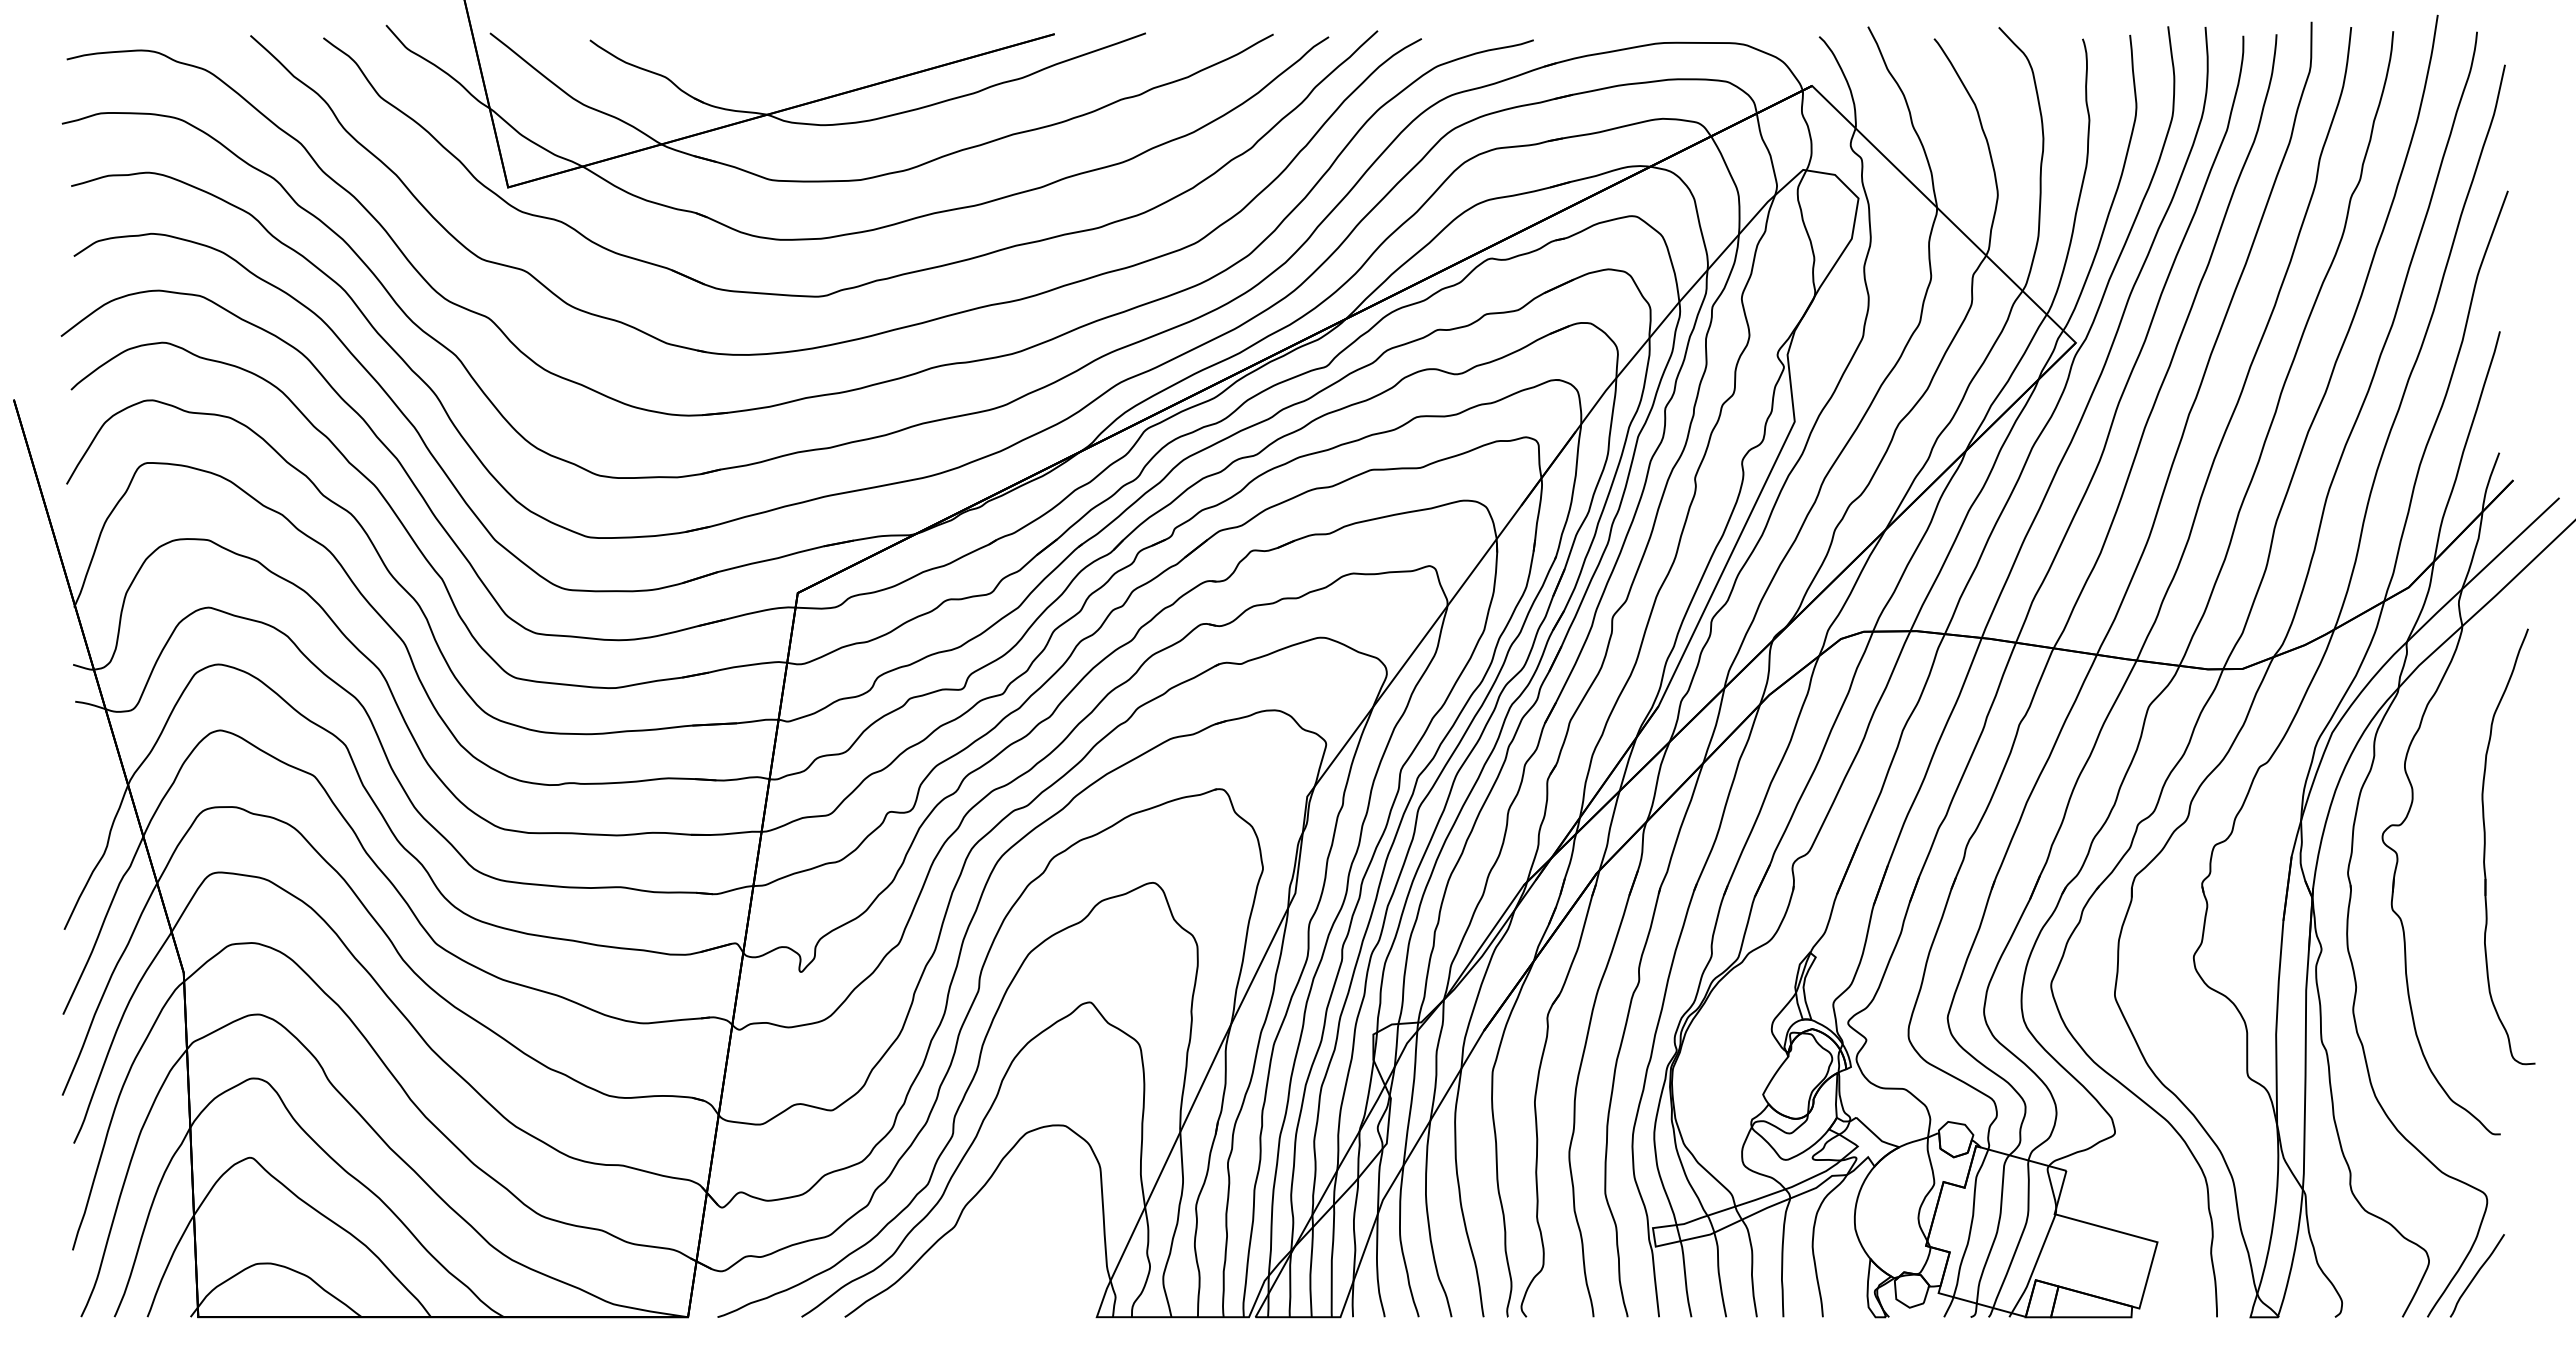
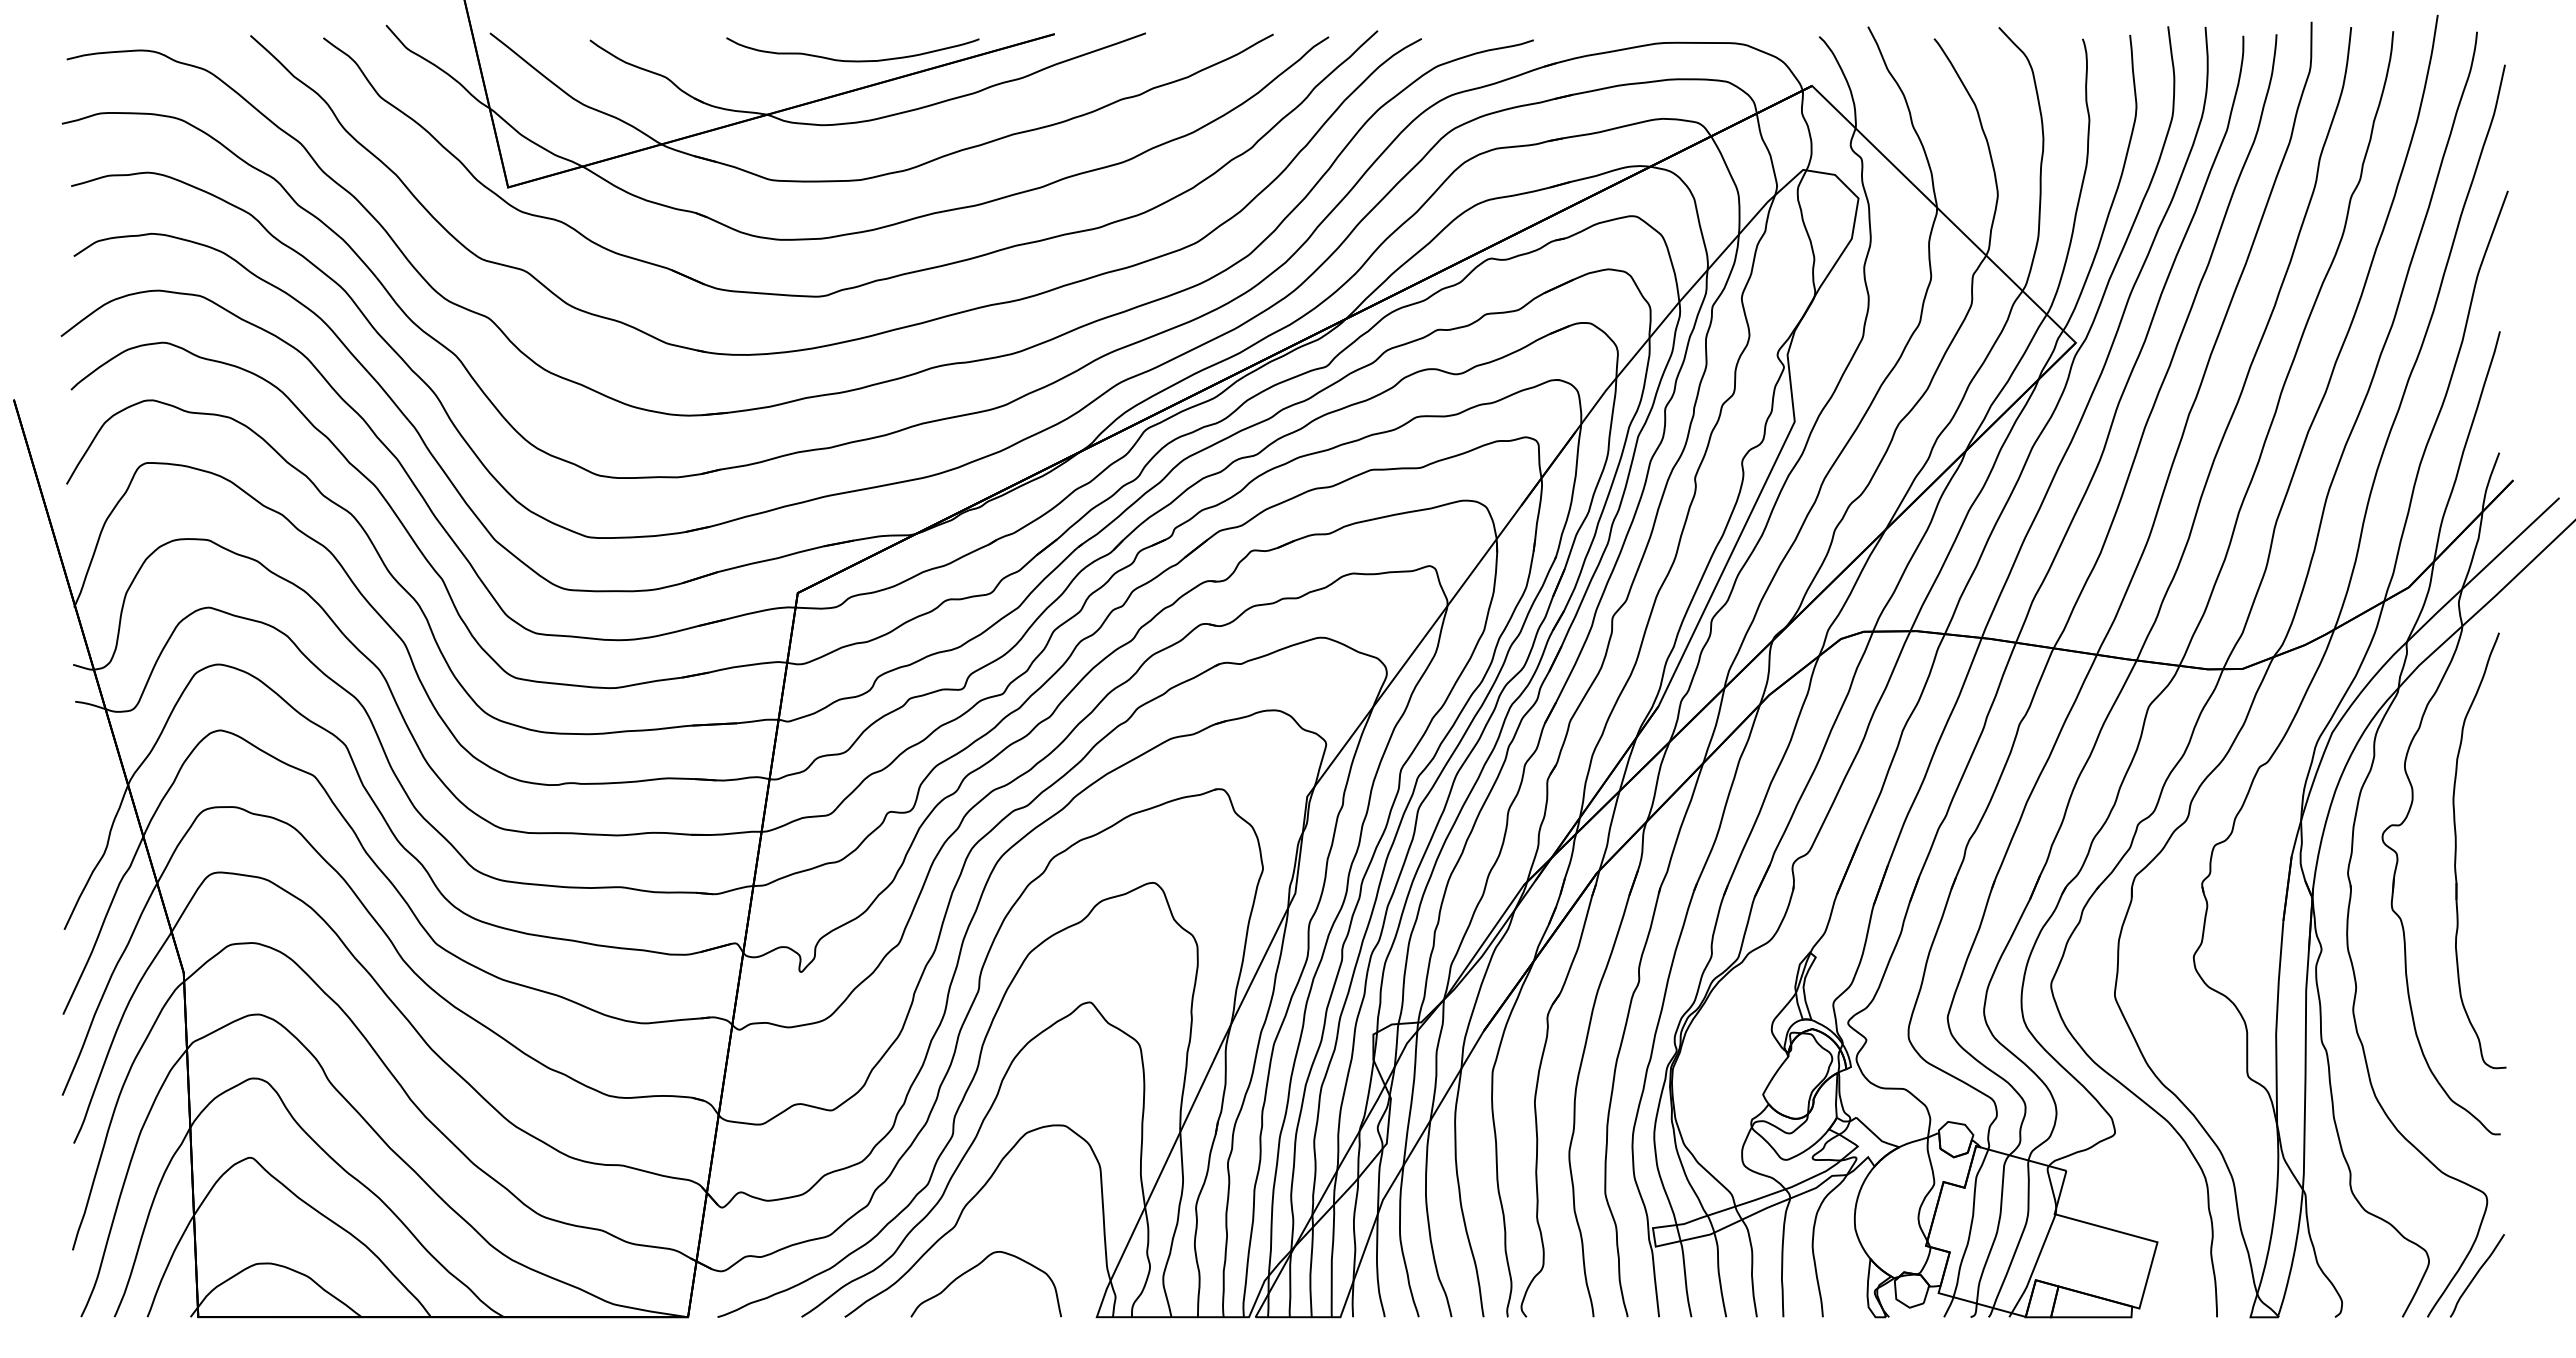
curve at (852, 60): none -> present
part at (2485, 846) position: (2485, 846) -> (2456, 850)
curve at (974, 1268): none -> present
